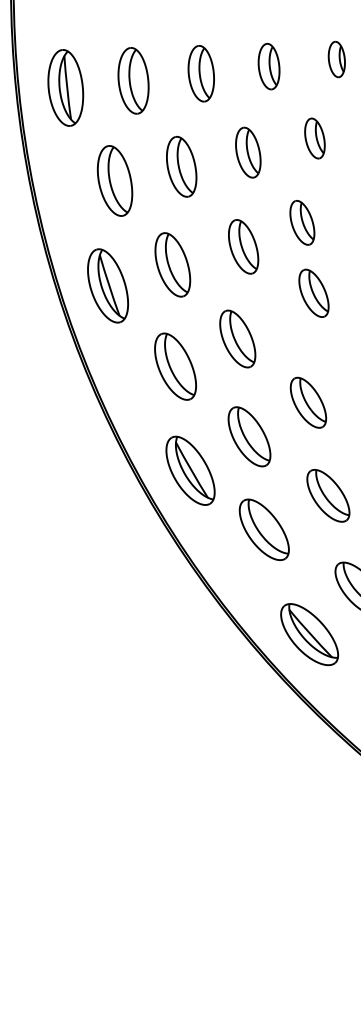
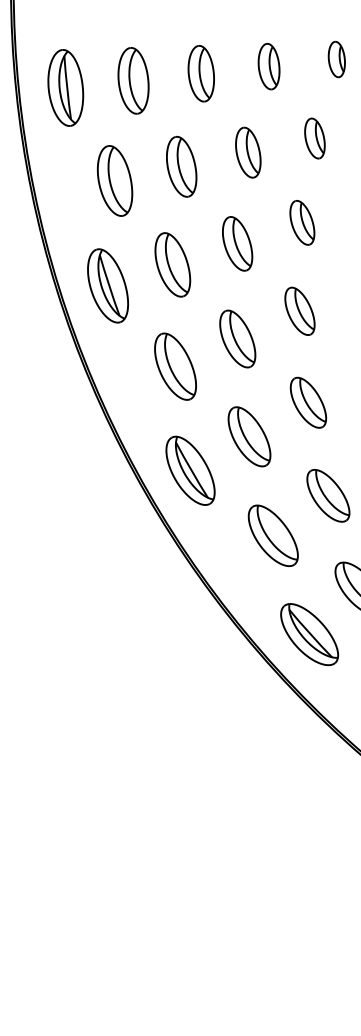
part at (243, 246) position: (243, 246) -> (237, 243)
part at (313, 292) position: (313, 292) -> (299, 310)
part at (263, 529) position: (263, 529) -> (272, 535)
